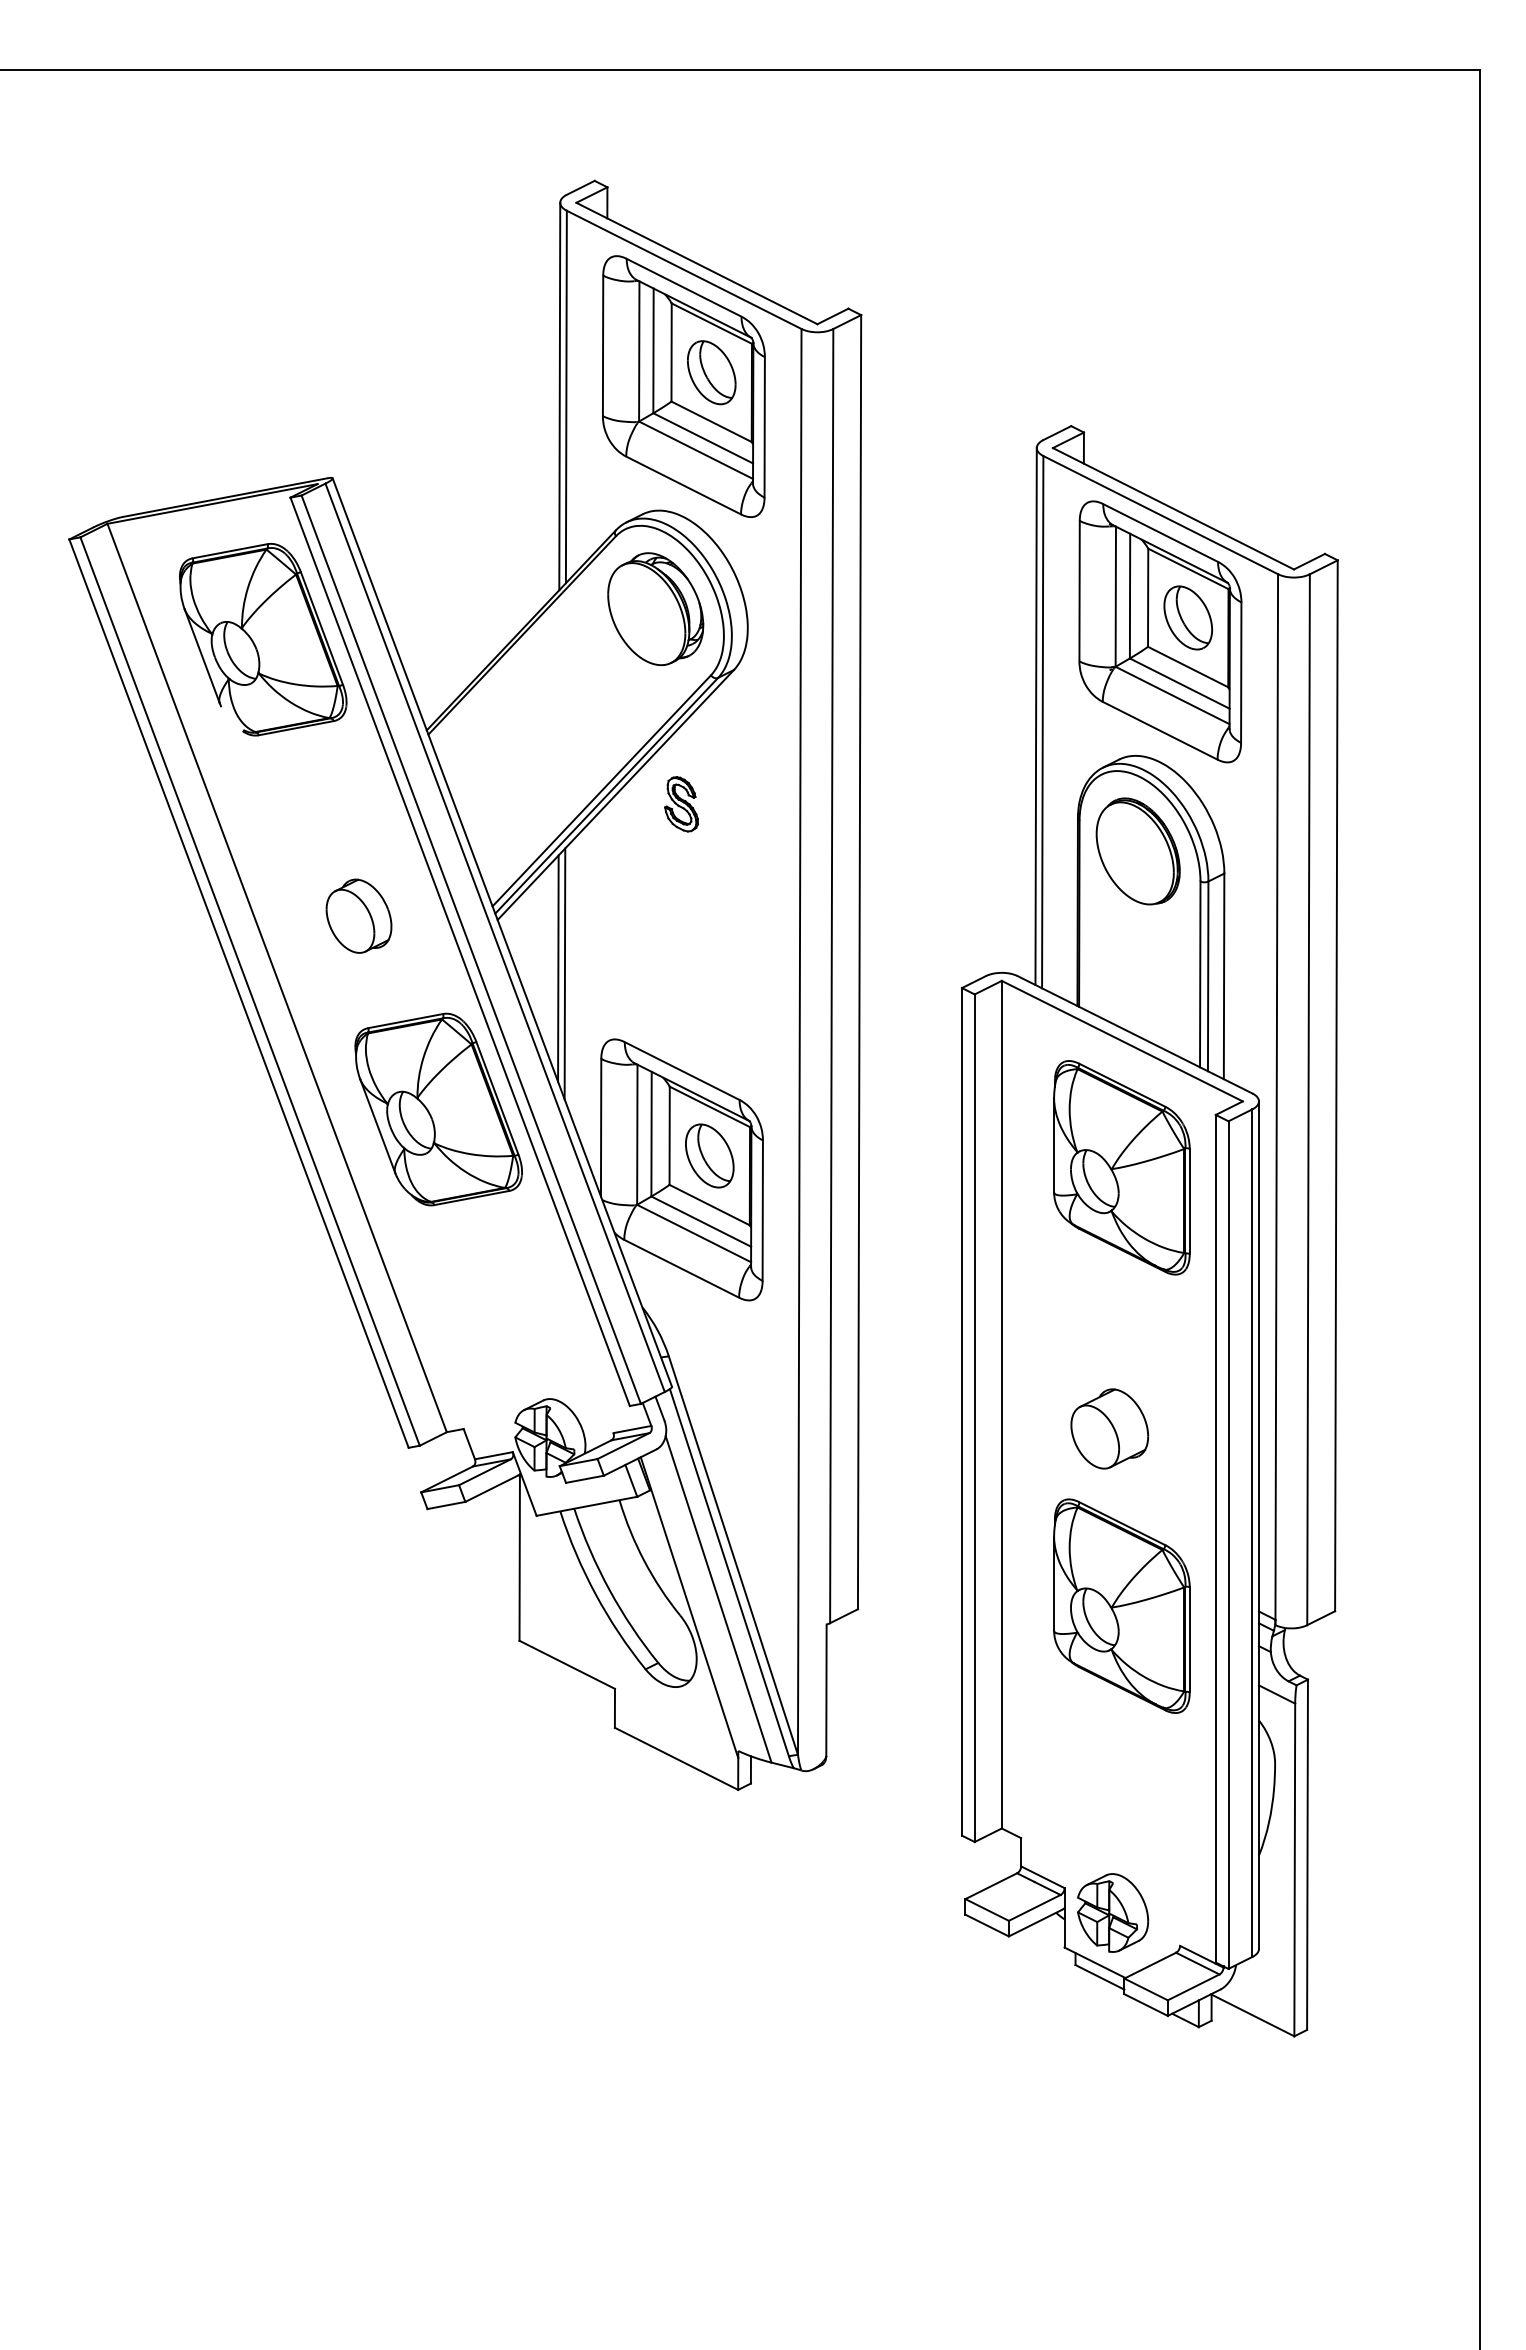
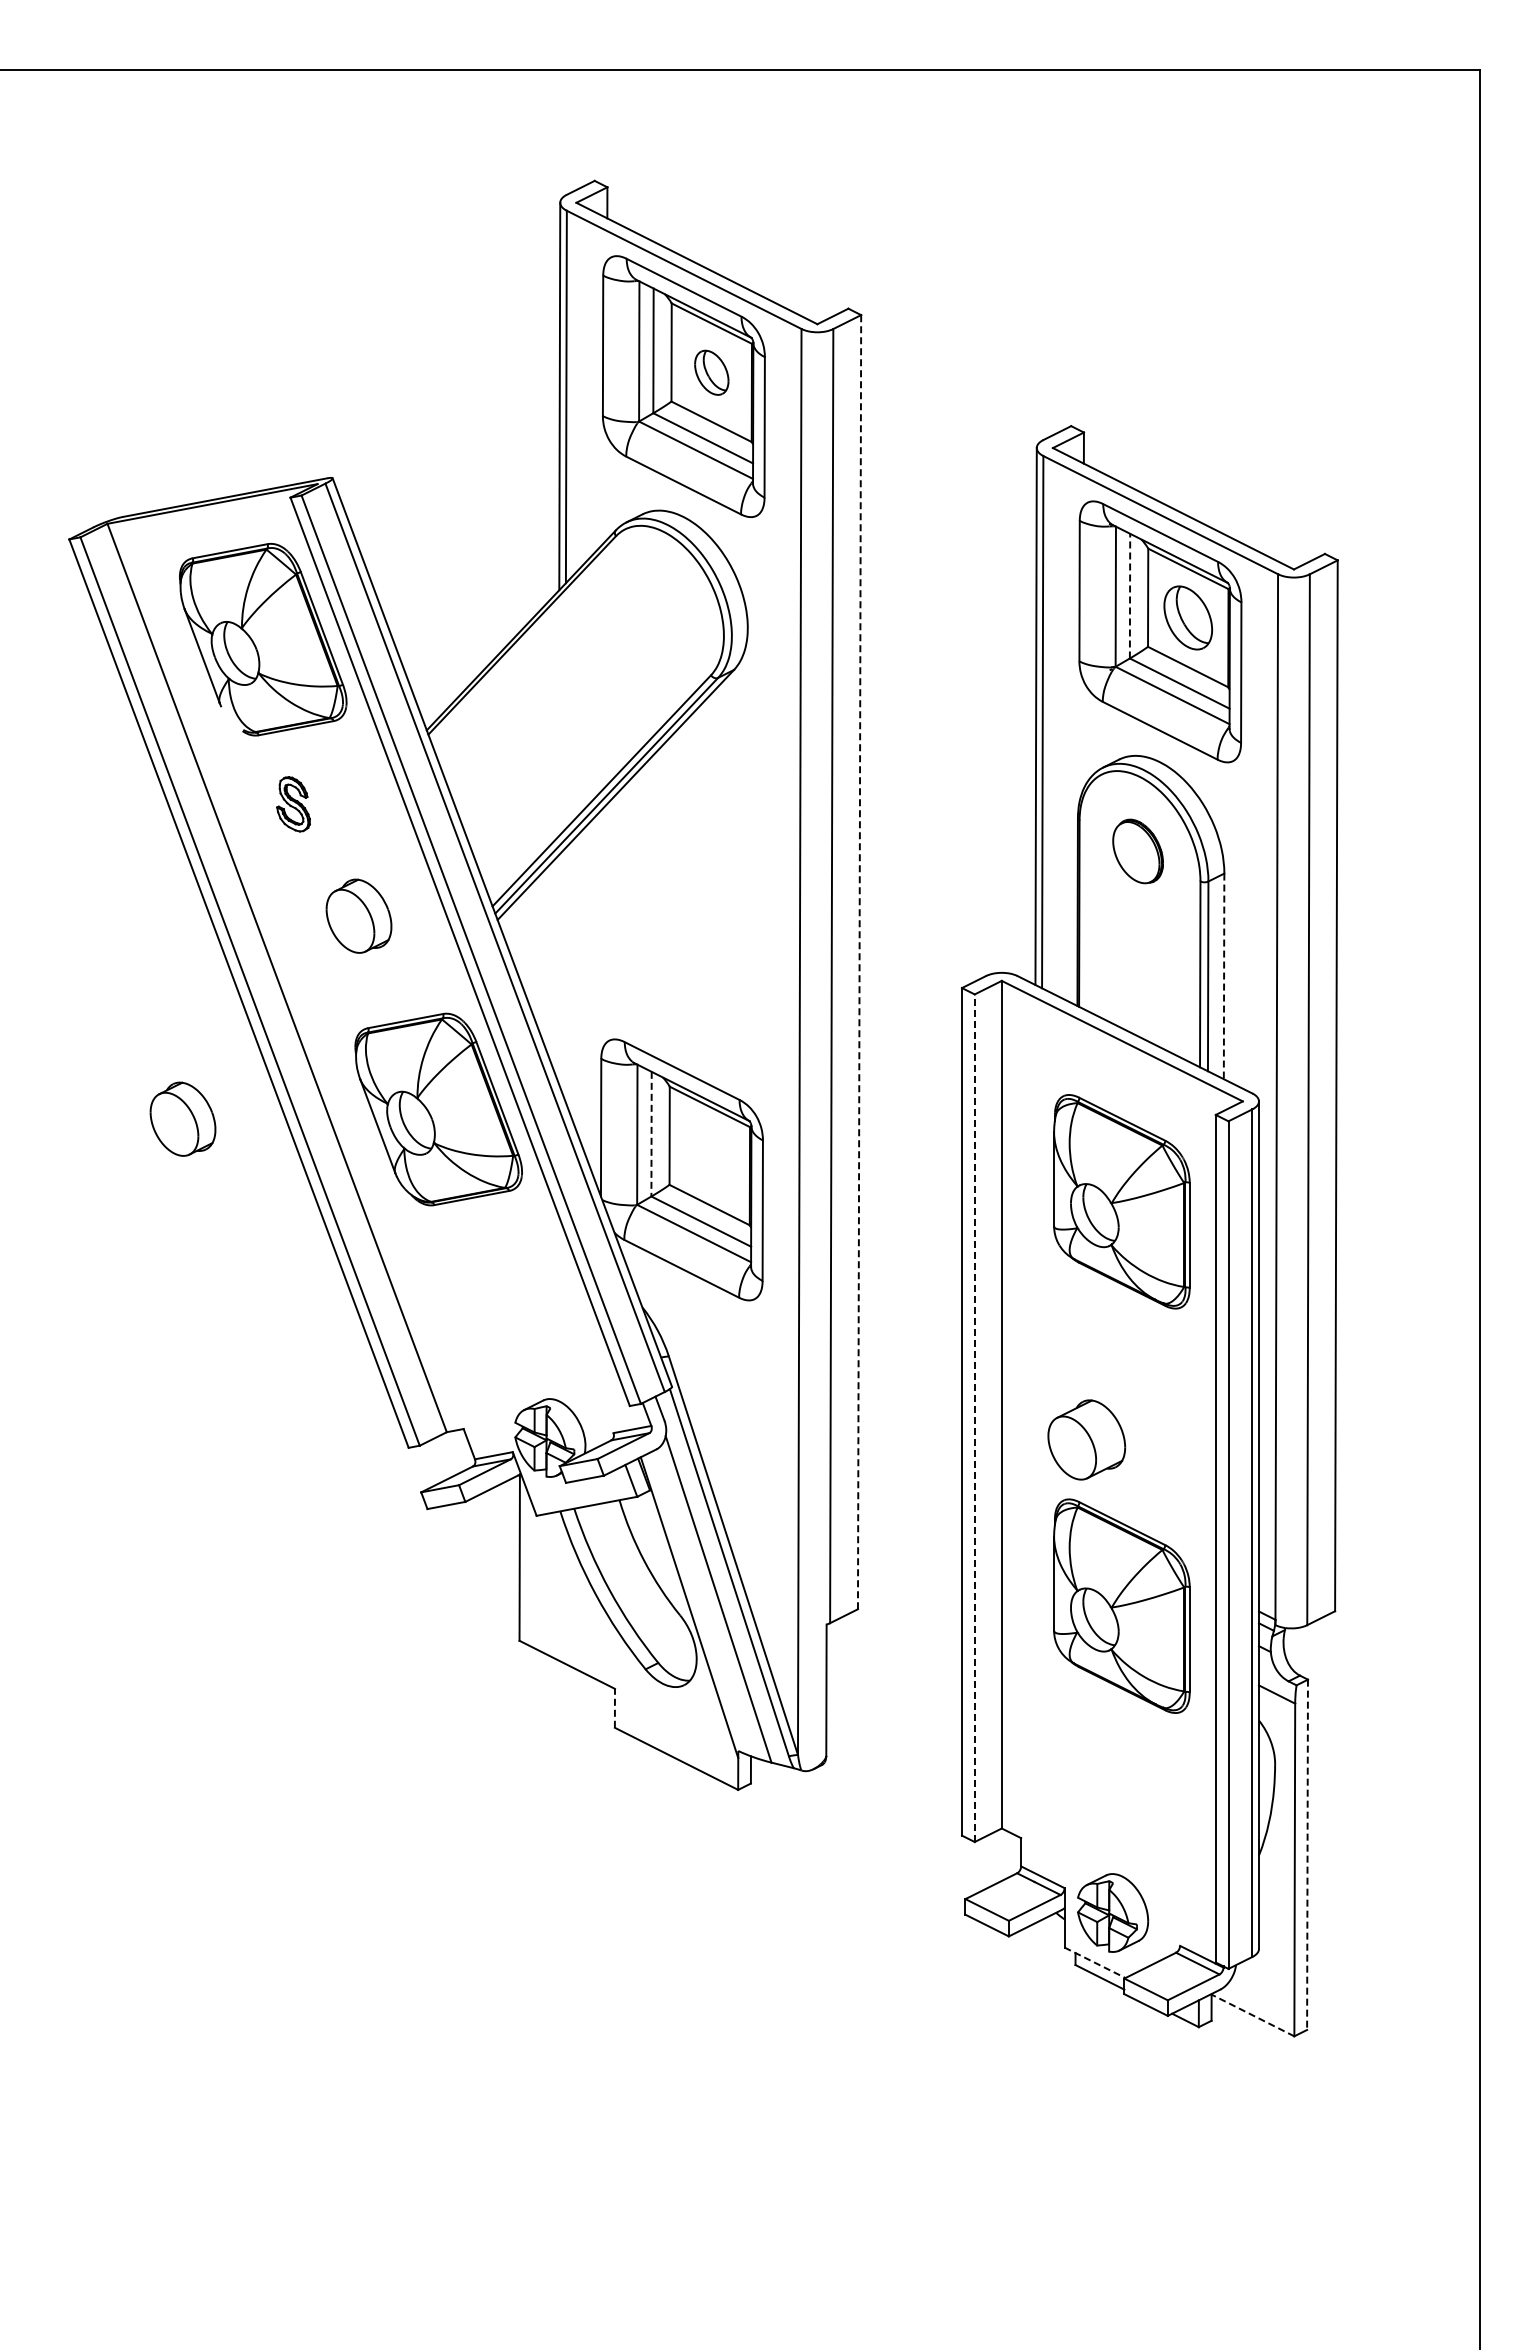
part at (711, 372) size: 50x66 px -> 36x47 px
line at (1130, 595): solid -> dashed
part at (655, 609): present -> none
part at (681, 804) position: (681, 804) -> (293, 804)
part at (1137, 851) size: 86x109 px -> 52x67 px
line at (859, 961): solid -> dashed
line at (558, 968): present -> none
line at (564, 973): present -> none
line at (1224, 976): solid -> dashed
part at (182, 1118): none -> present
line at (651, 1134): solid -> dashed
part at (709, 1155): present -> none
part at (1121, 1167) position: (1121, 1167) -> (1121, 1201)
line at (974, 1418): solid -> dashed
part at (1109, 1428) position: (1109, 1428) -> (1086, 1439)
line at (614, 1707): solid -> dashed
line at (1307, 1855): solid -> dashed
line at (1095, 1963): solid -> dashed
line at (1252, 2015): solid -> dashed
